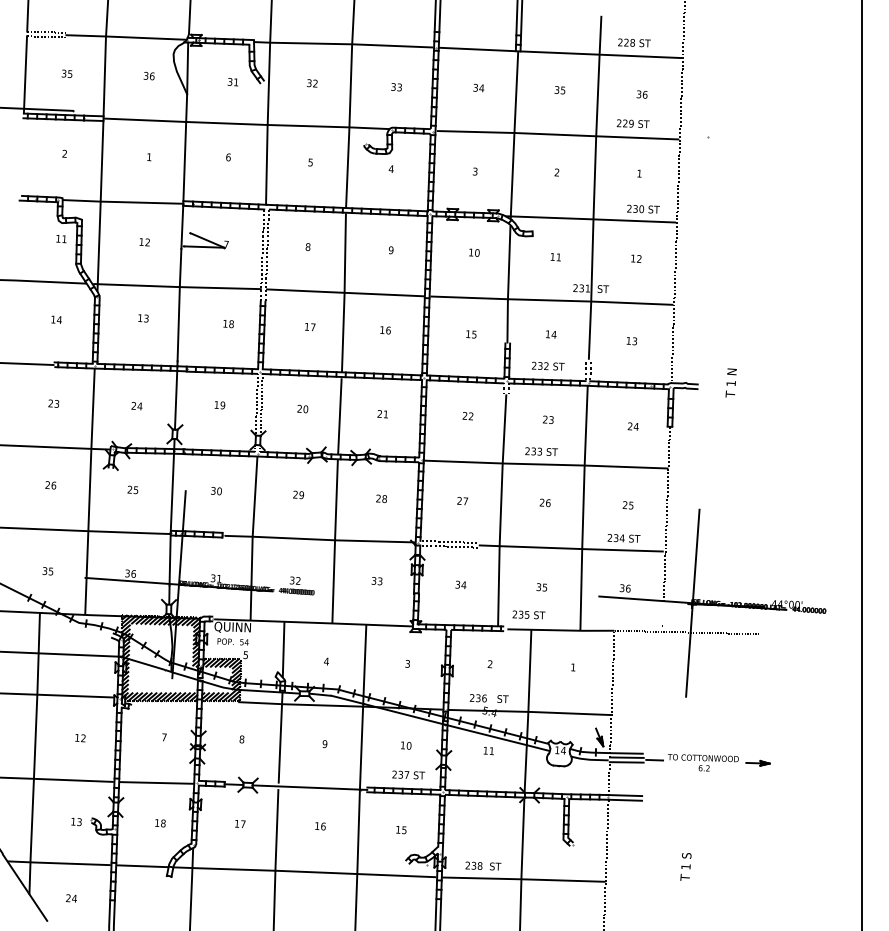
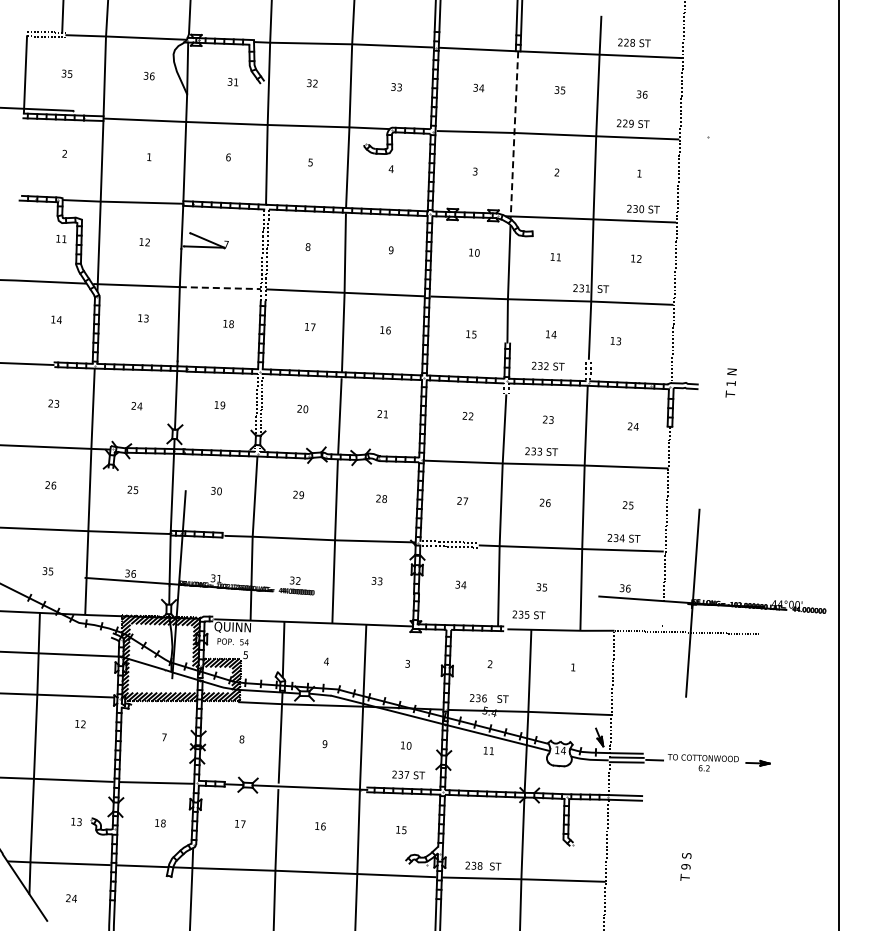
line at (27, 16) position: (27, 16) -> (62, 17)
line at (514, 135): solid -> dashed
line at (220, 288): solid -> dashed
text at (631, 341) position: (631, 341) -> (615, 341)
line at (862, 464) position: (862, 464) -> (839, 464)
text at (80, 738) position: (80, 738) -> (80, 724)
text at (685, 866): 1 -> 9
